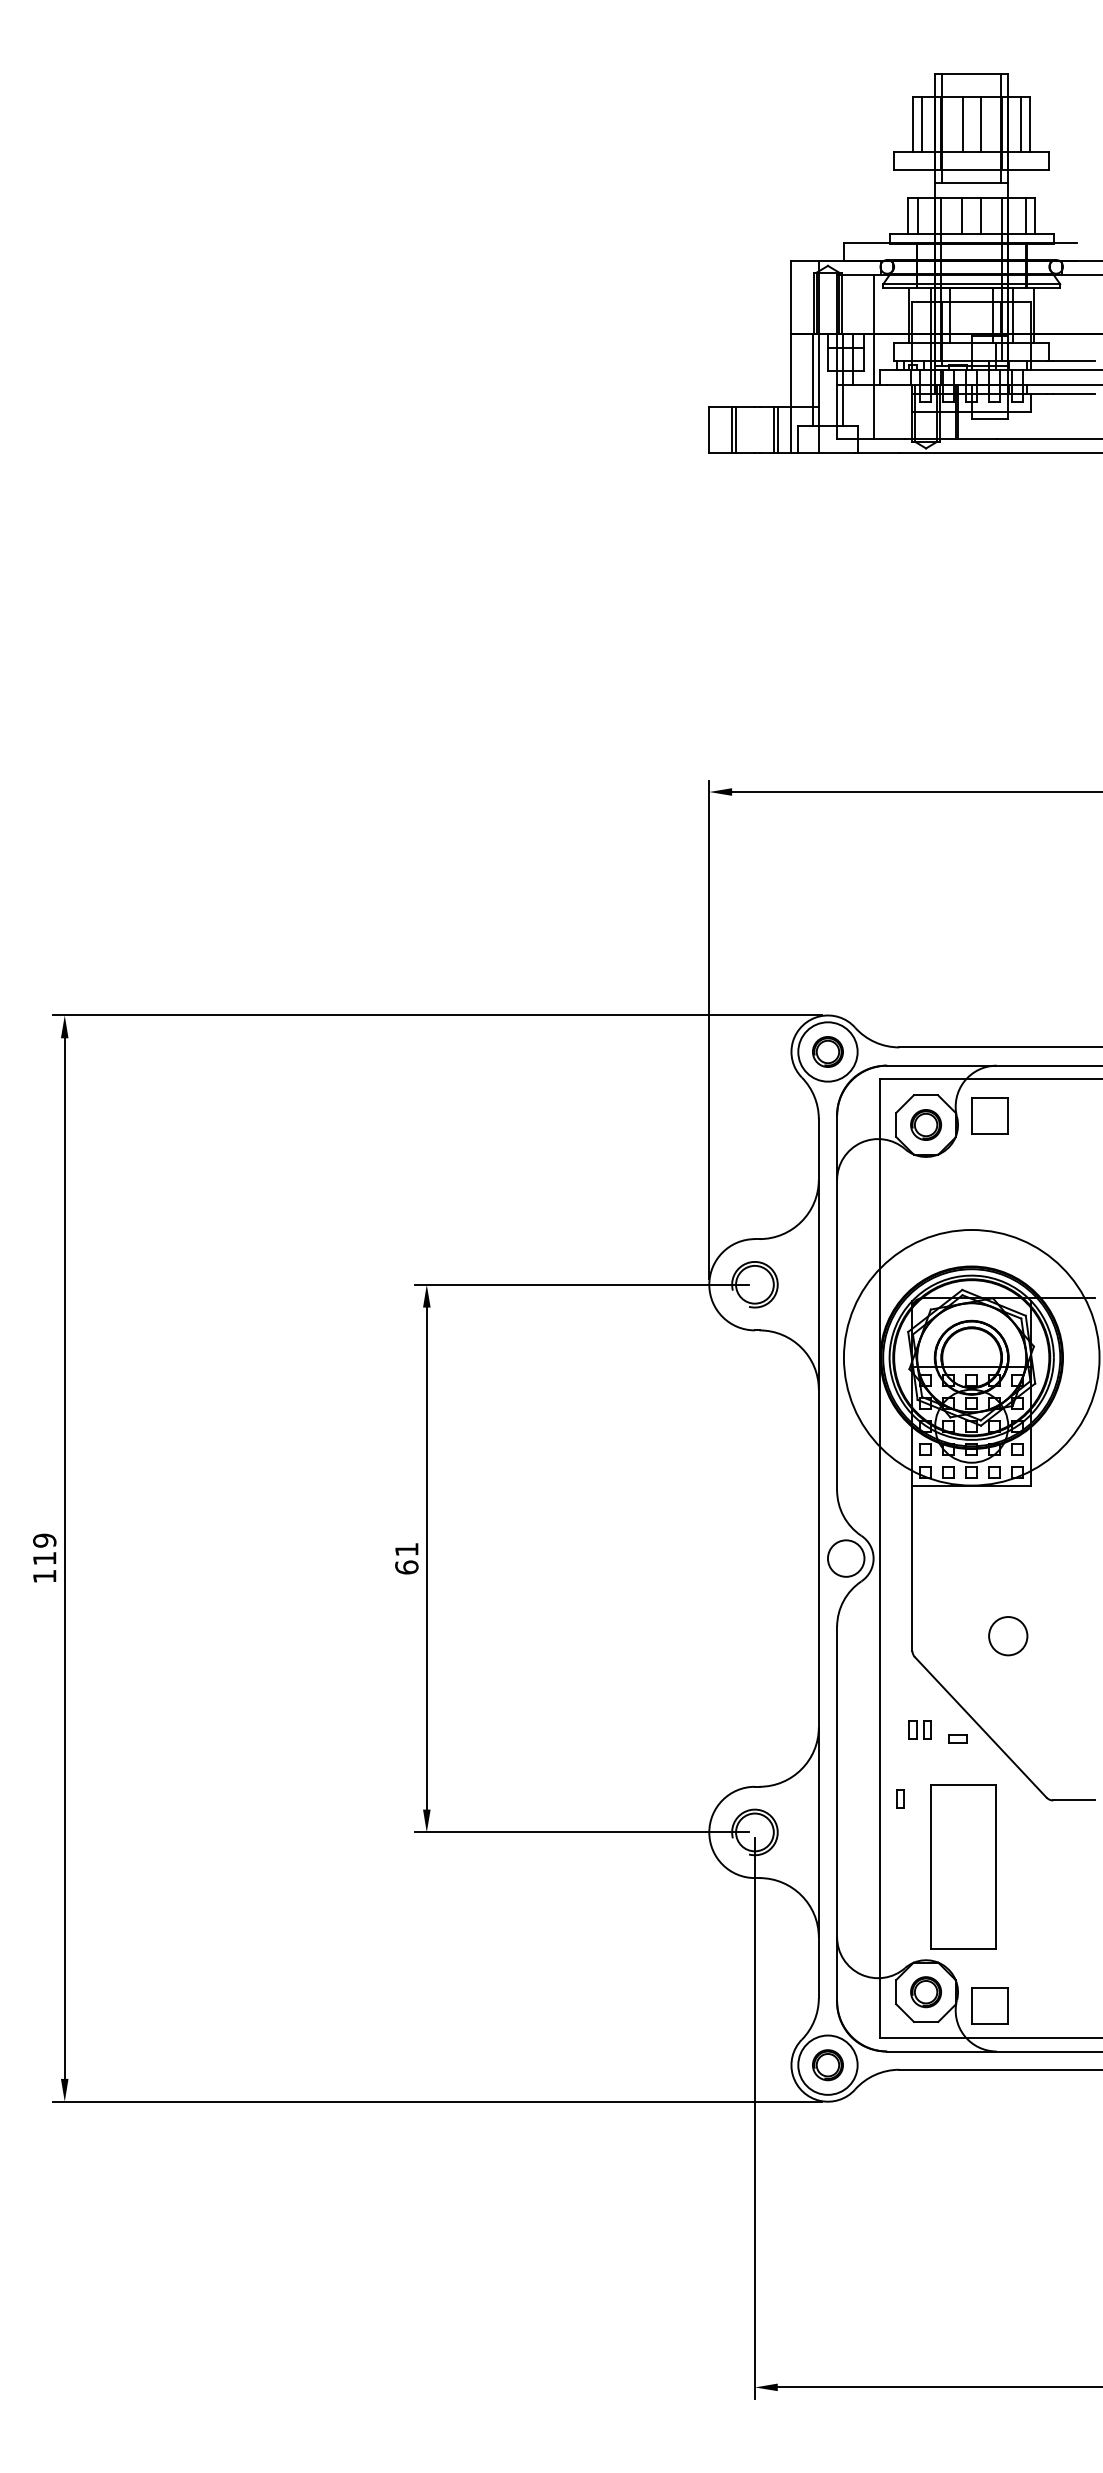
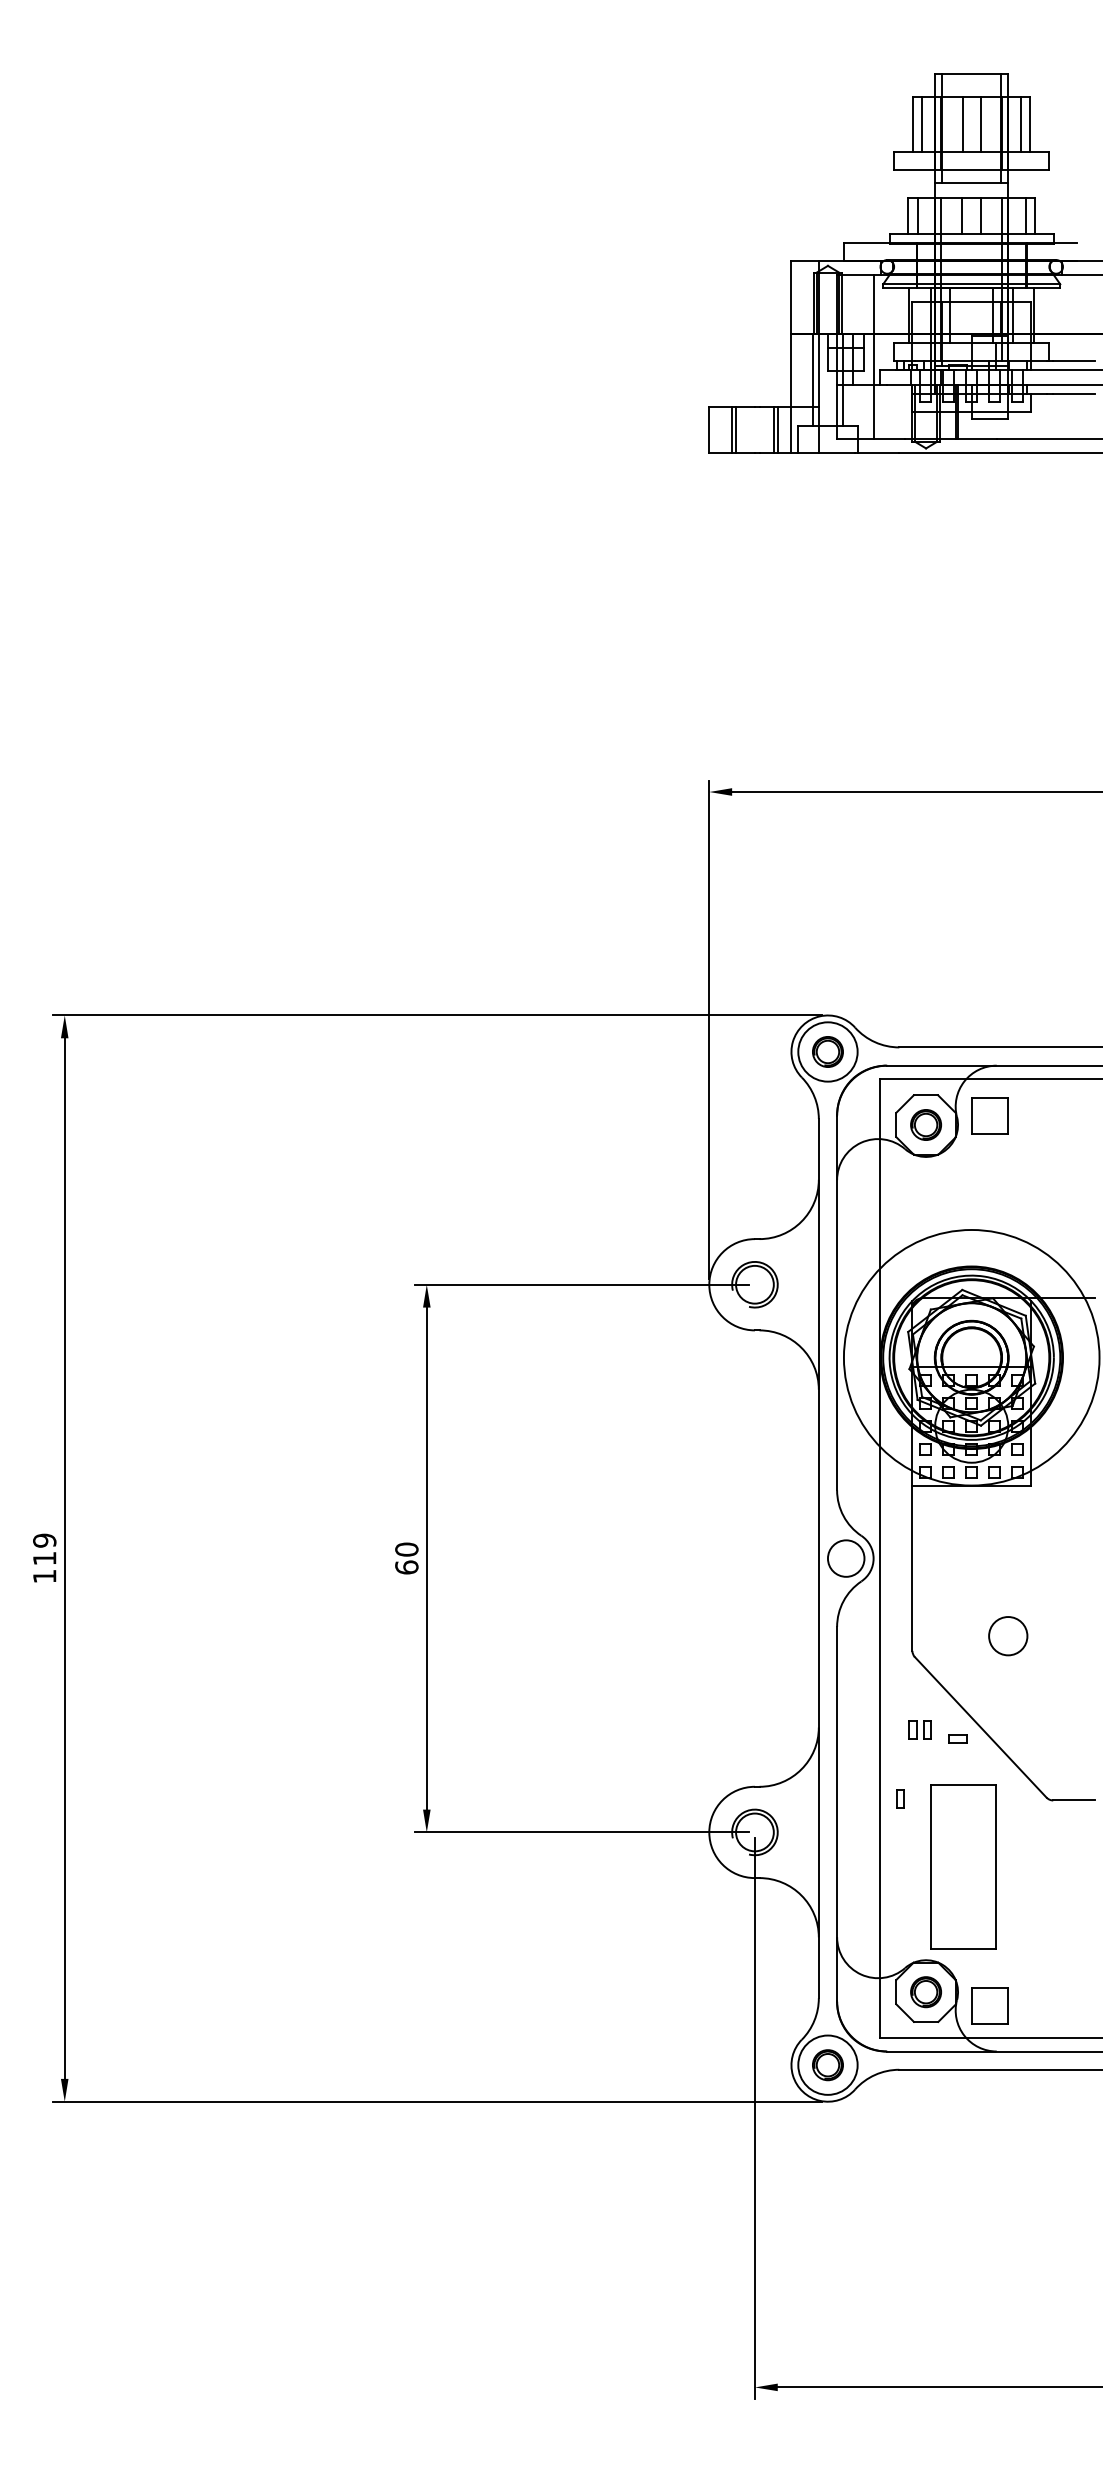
text at (406, 1549): 61 -> 60
